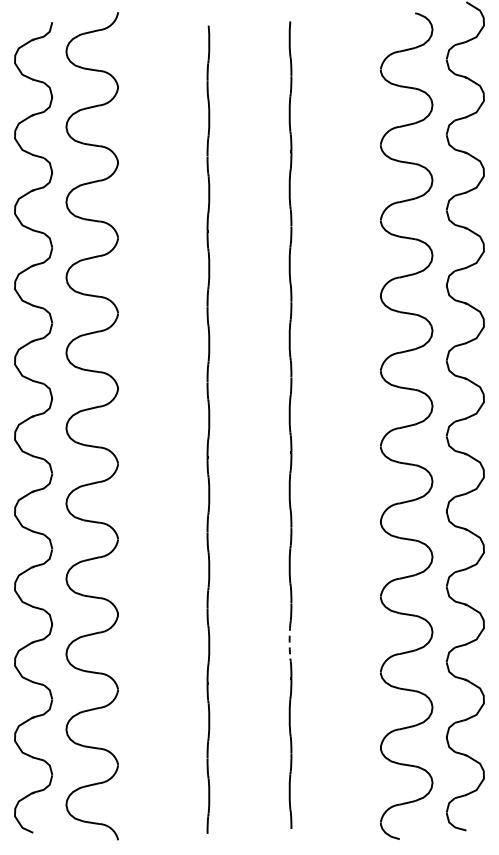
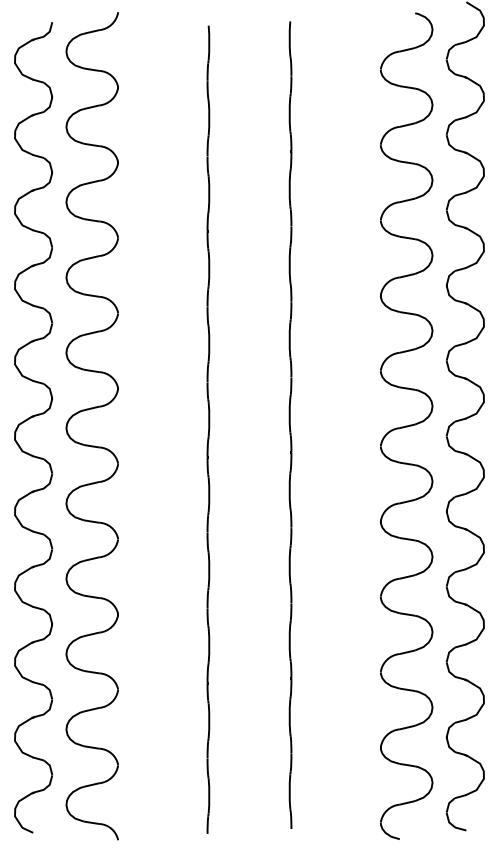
arc at (289, 641): dashed -> solid
